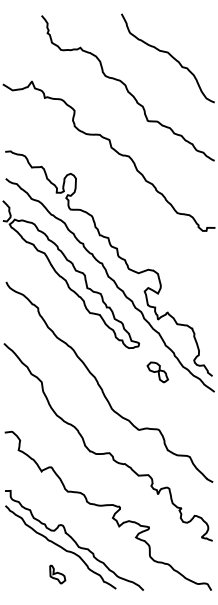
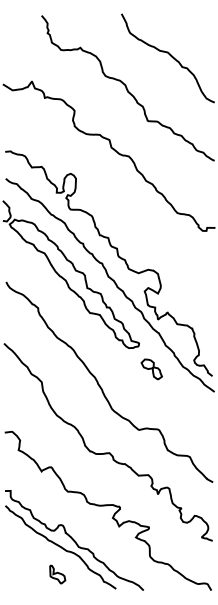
part at (157, 372) position: (157, 372) -> (151, 369)
